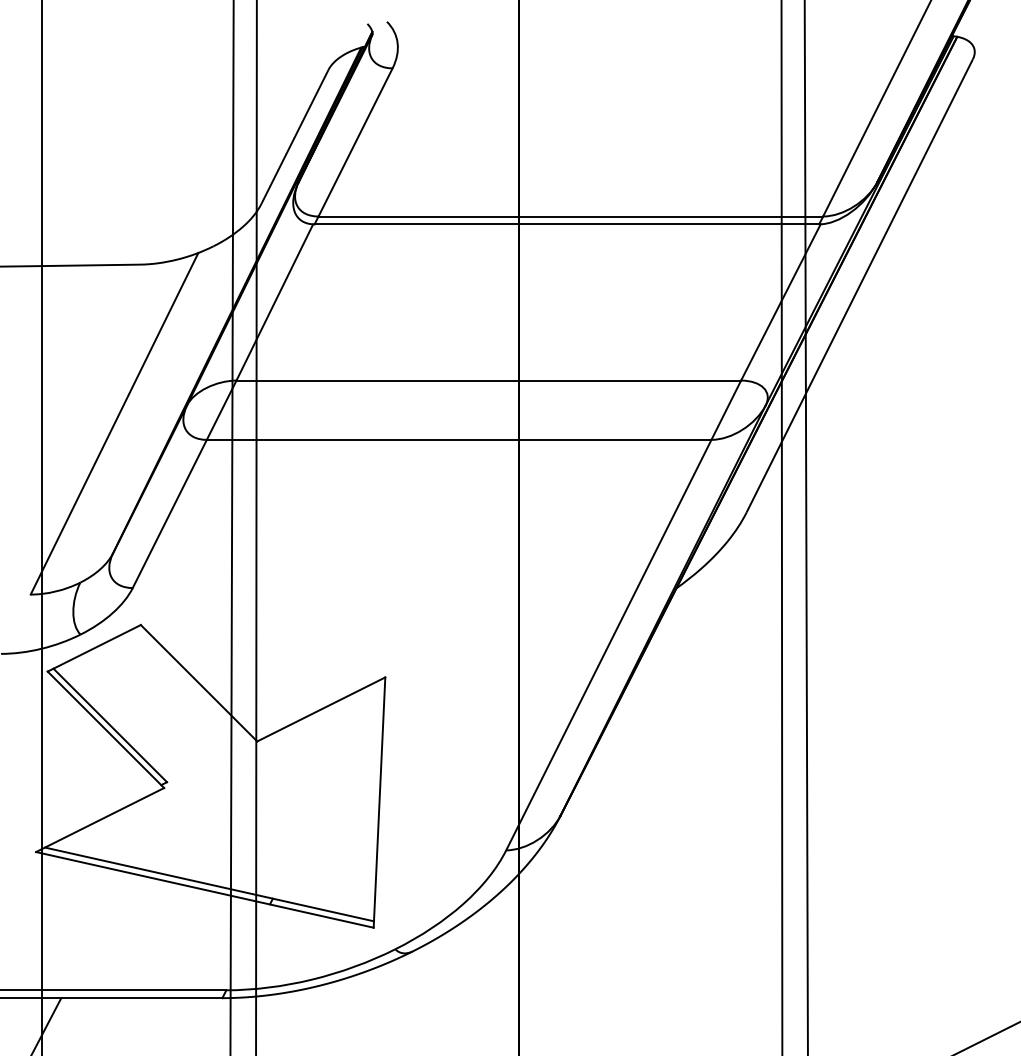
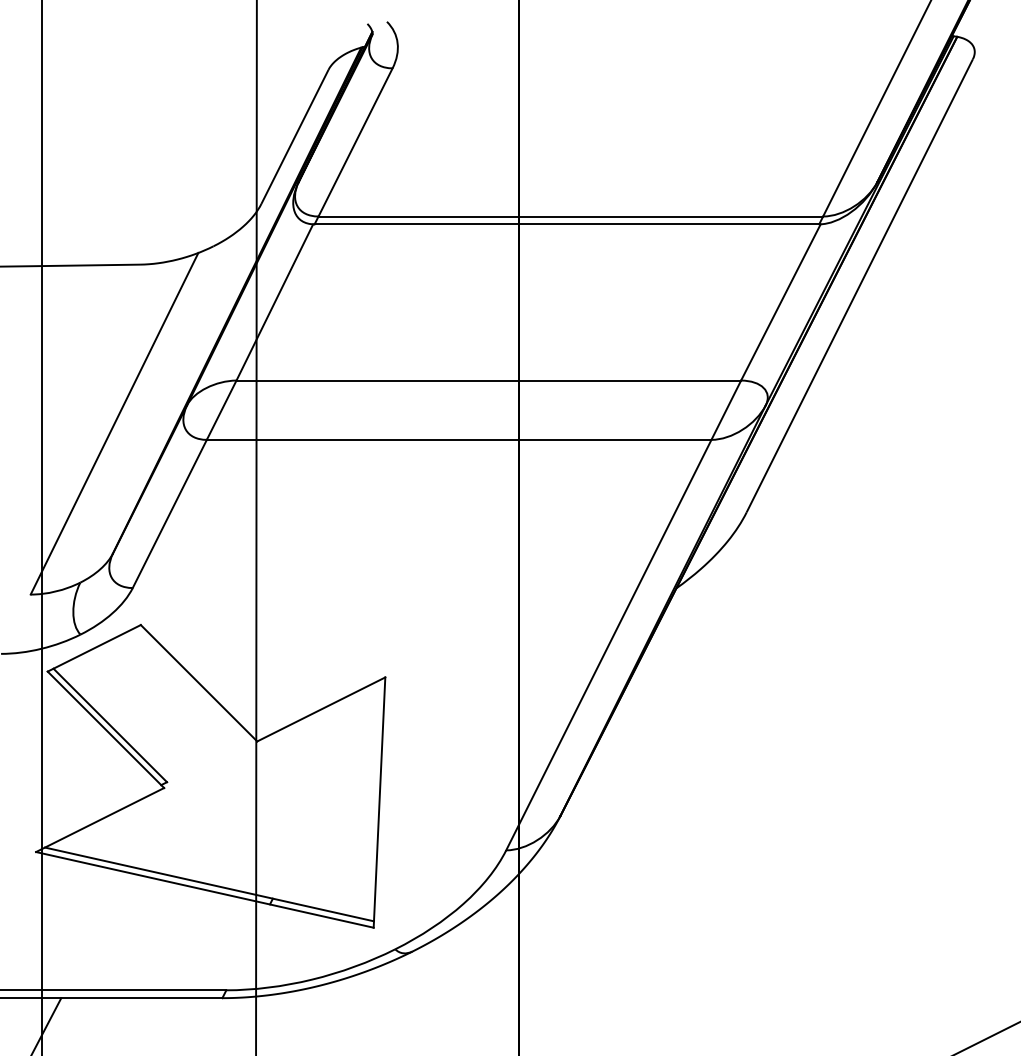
line at (231, 527): present -> none
line at (781, 527): present -> none
line at (805, 527): present -> none
